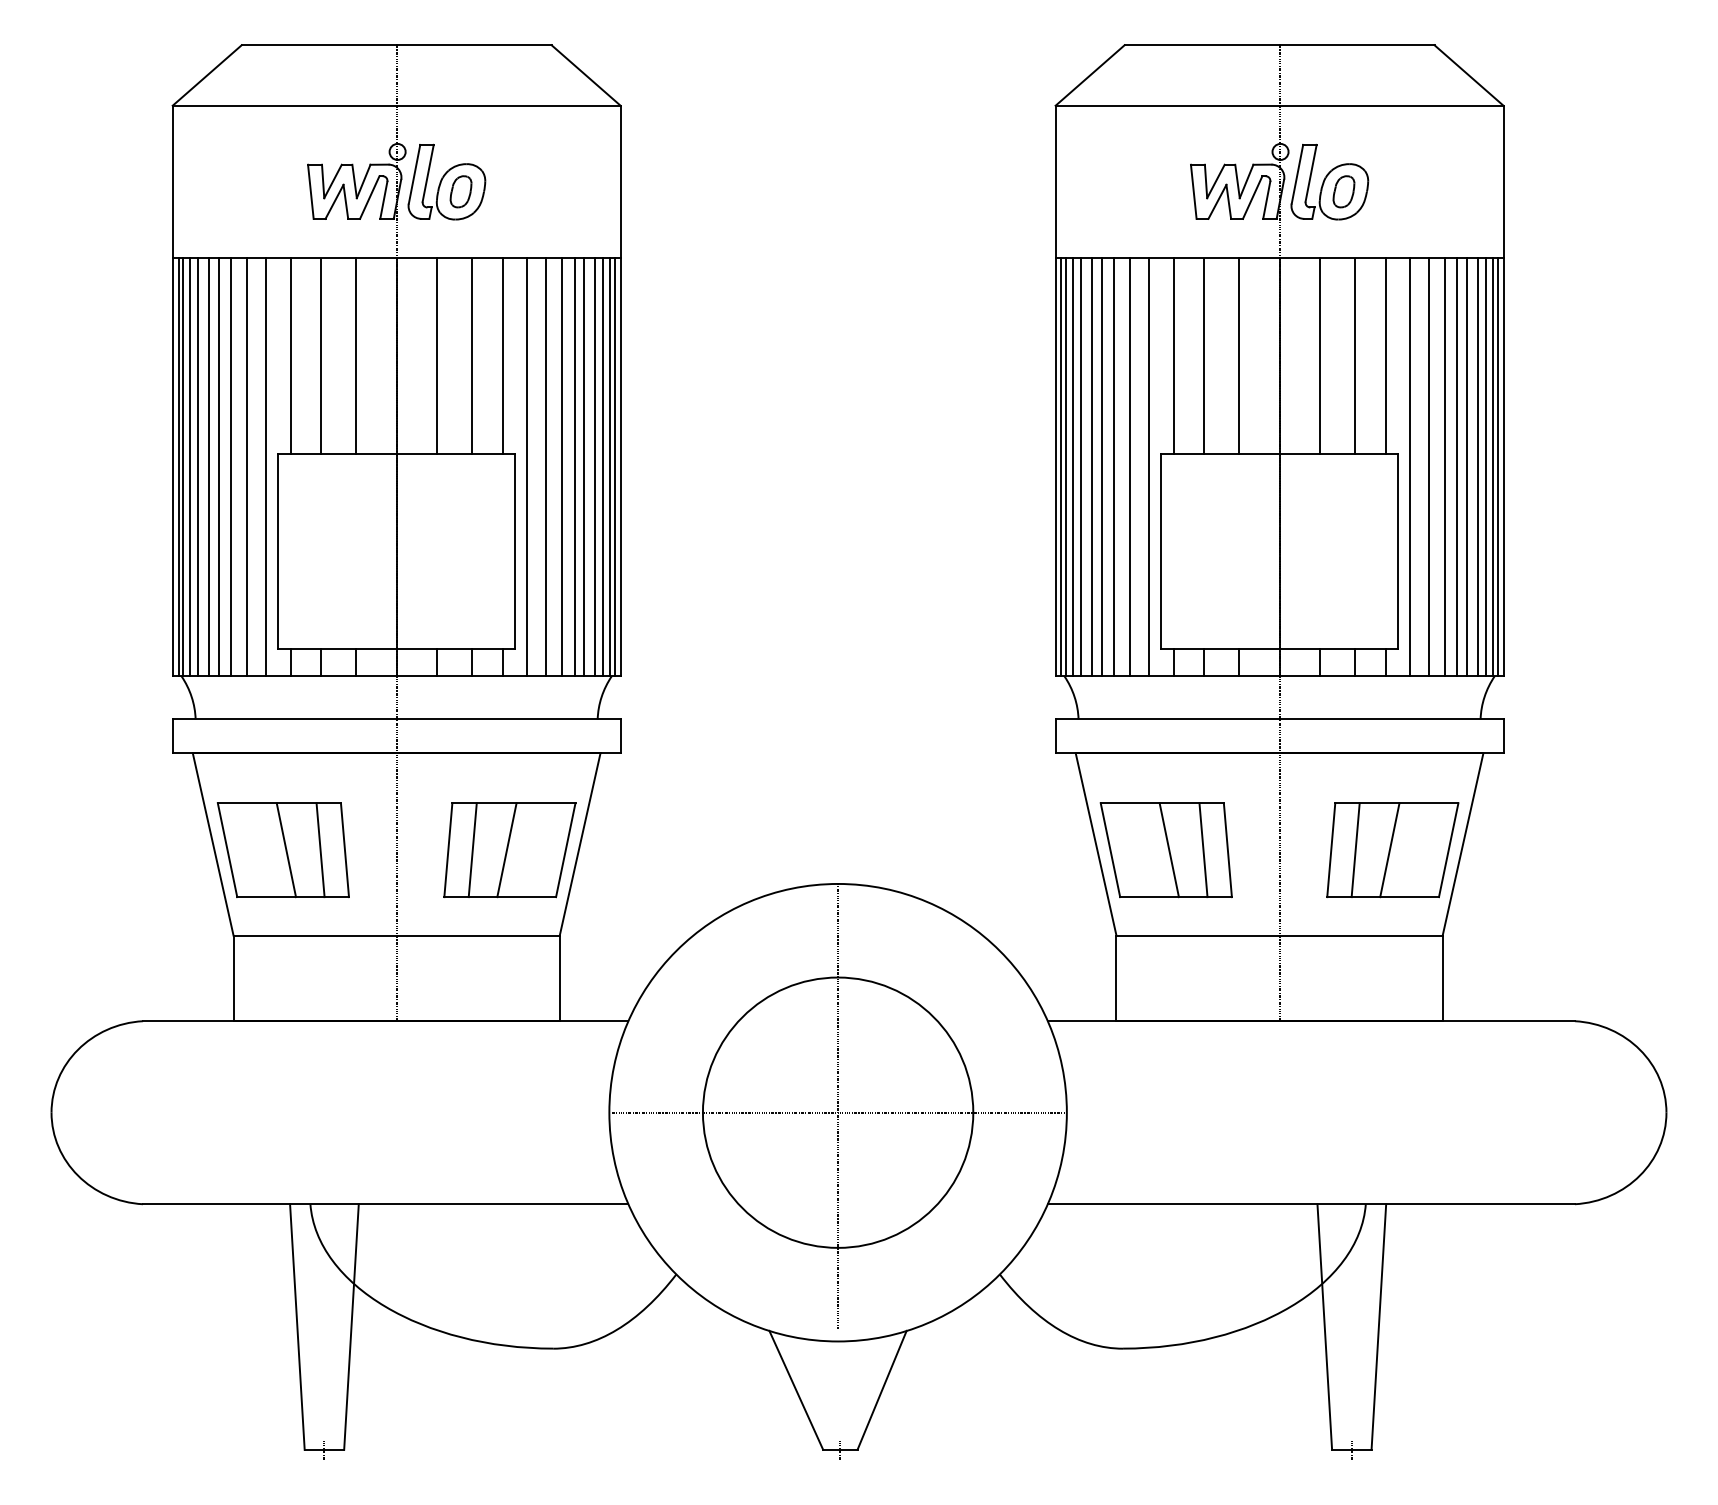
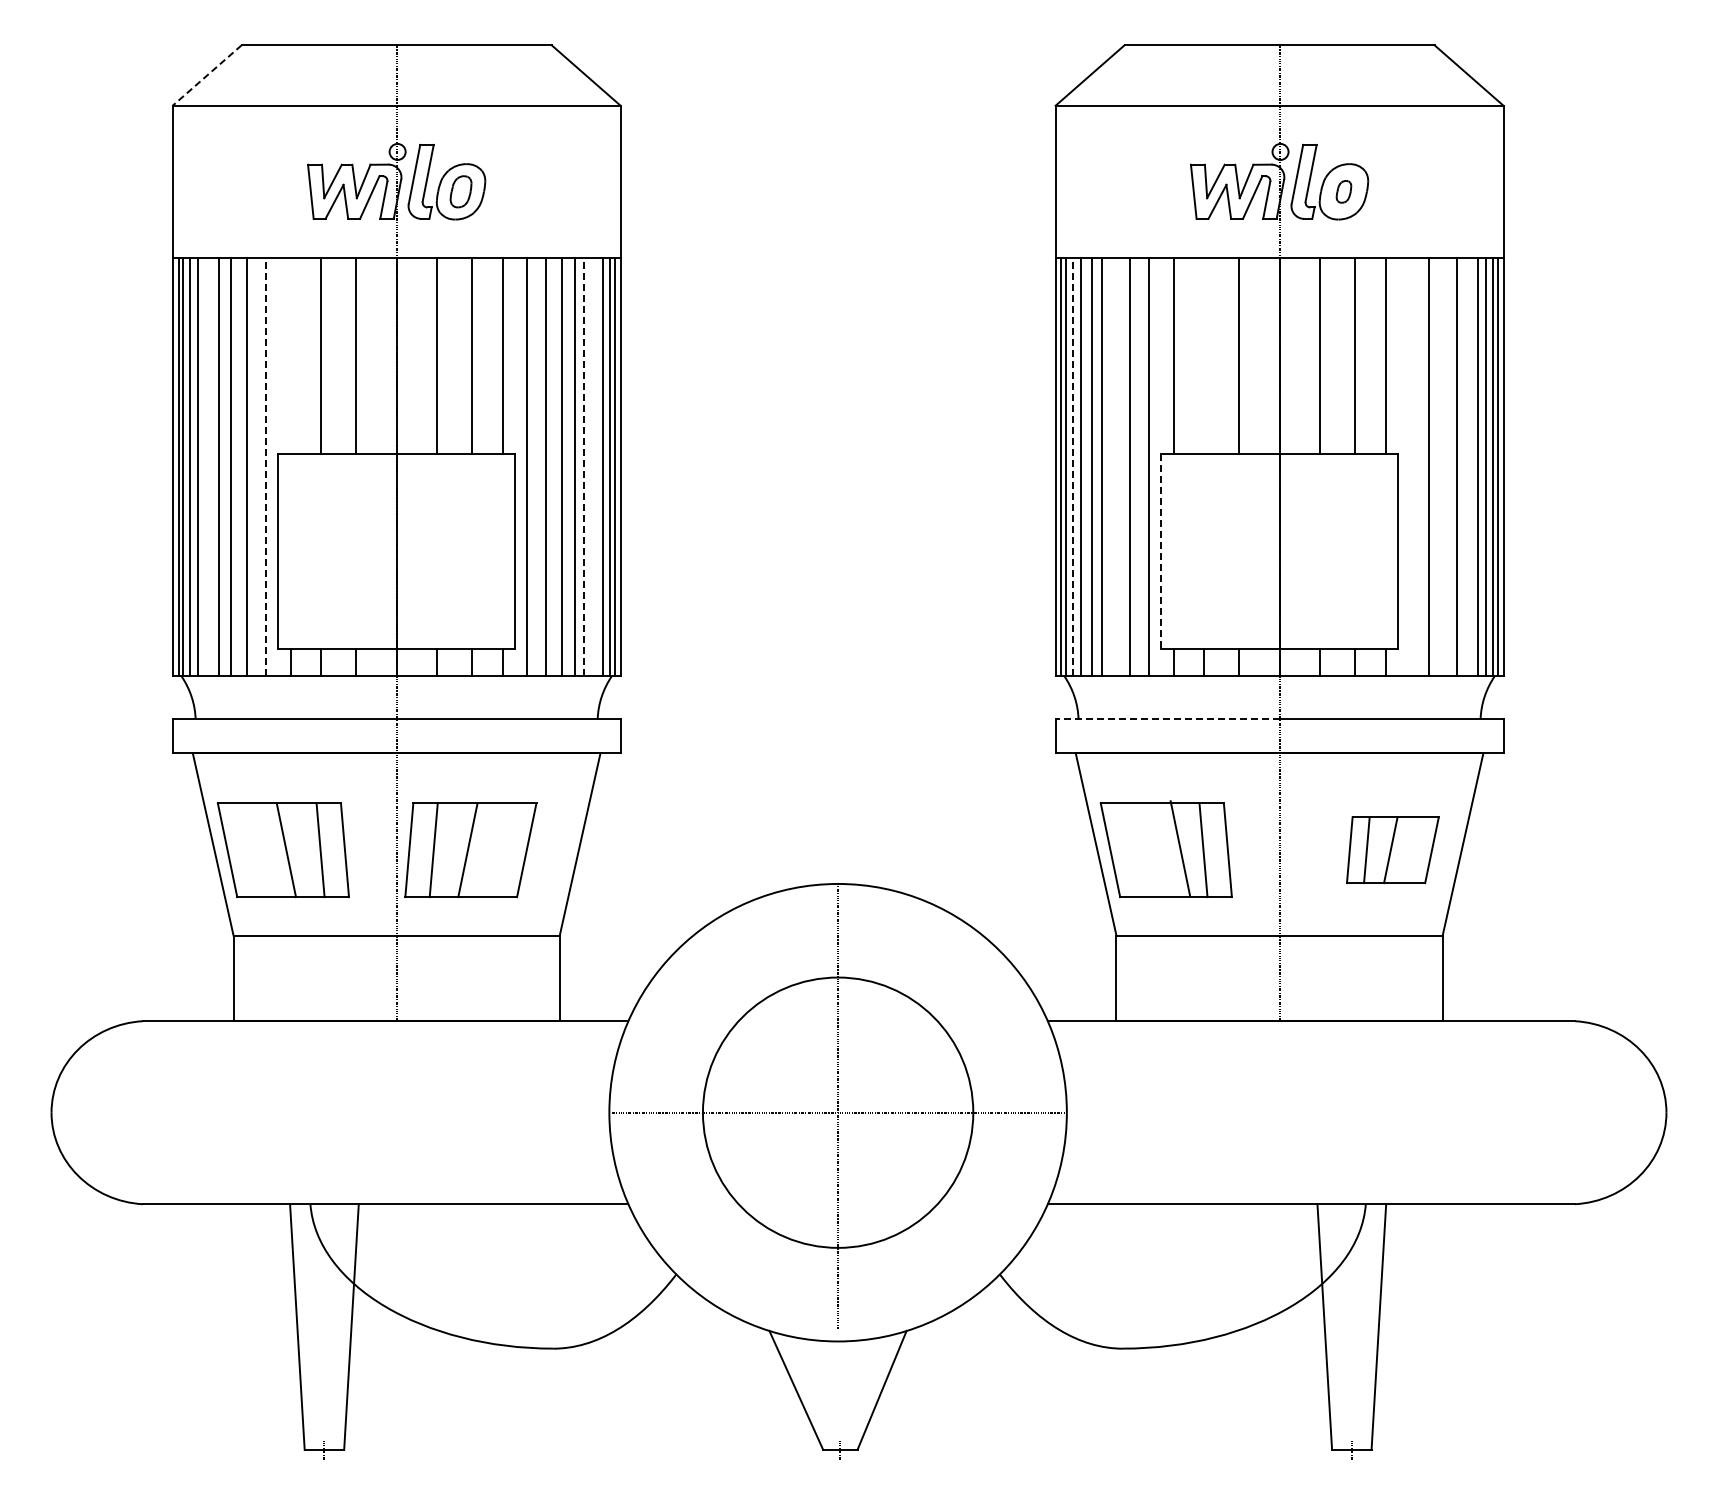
line at (207, 75): solid -> dashed
part at (1343, 191) size: 24x34 px -> 18x24 px
line at (290, 356): present -> none
line at (1204, 356): present -> none
line at (266, 466): solid -> dashed
line at (584, 466): solid -> dashed
line at (1073, 466): solid -> dashed
line at (208, 467): present -> none
line at (595, 467): present -> none
line at (1114, 467): present -> none
line at (1410, 467): present -> none
line at (1445, 467): present -> none
line at (1467, 467): present -> none
line at (1161, 551): solid -> dashed
line at (1167, 719): solid -> dashed
part at (509, 850) position: (509, 850) -> (470, 850)
line at (1168, 850) position: (1168, 850) -> (1179, 848)
part at (1392, 850) size: 134x97 px -> 94x69 px
